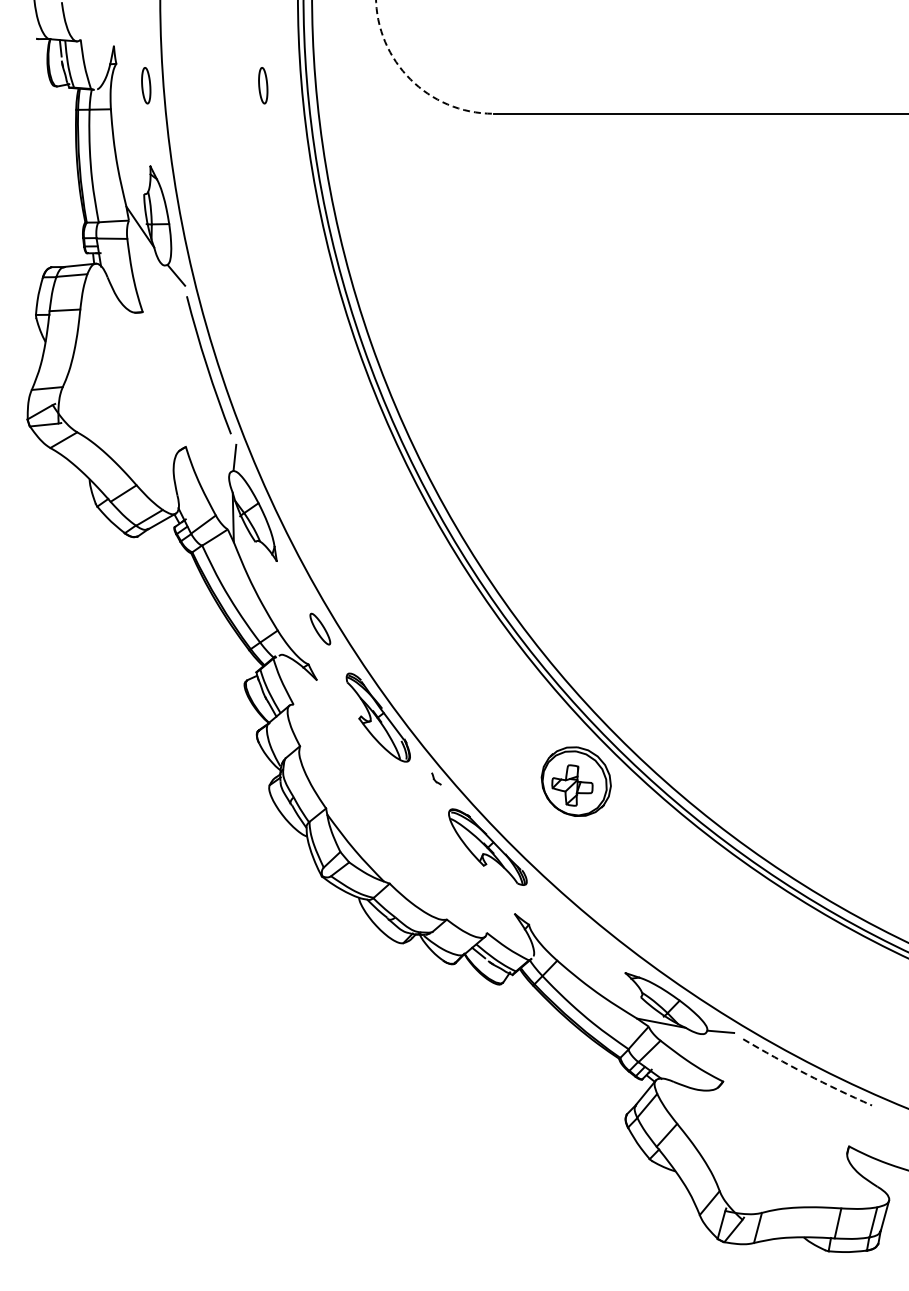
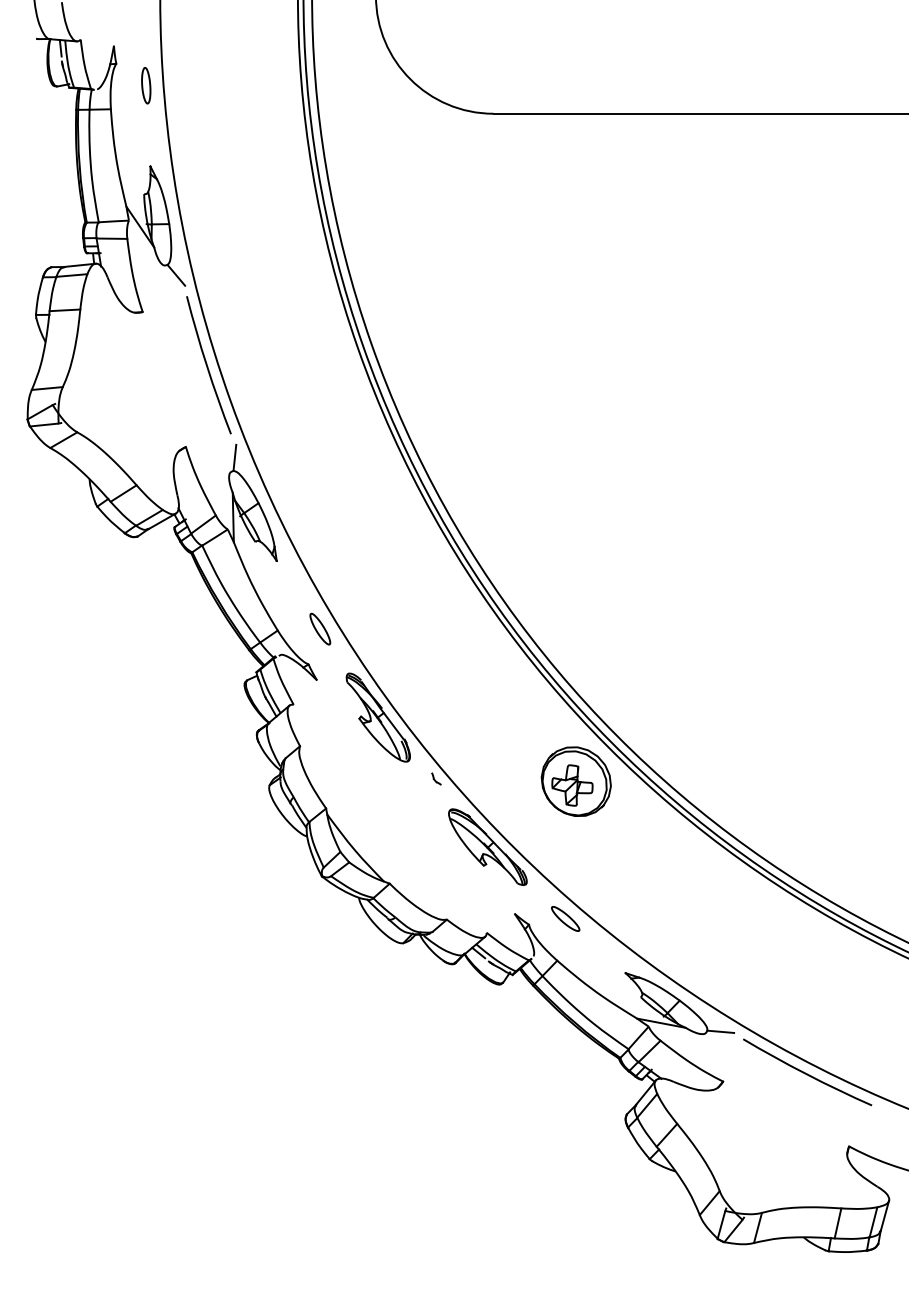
arc at (411, 80): dashed -> solid
part at (263, 85): present -> none
part at (565, 918): none -> present
arc at (806, 1074): dashed -> solid
